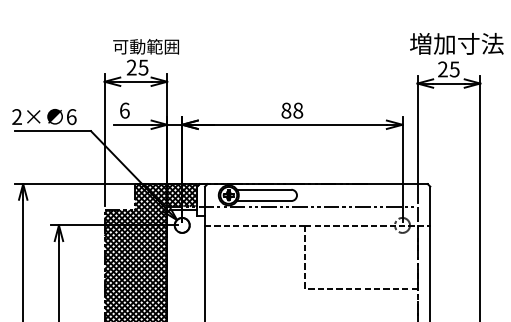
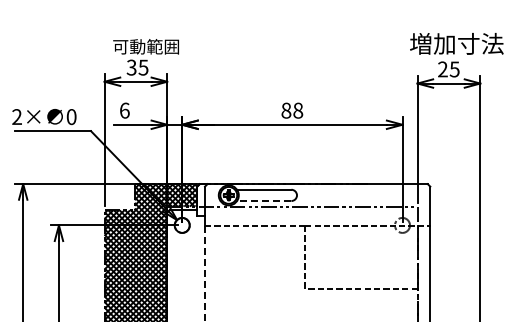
text at (131, 67): 25 -> 35
text at (71, 116): 6 -> 0
line at (263, 201): solid -> dashed
line at (205, 273): solid -> dashed
